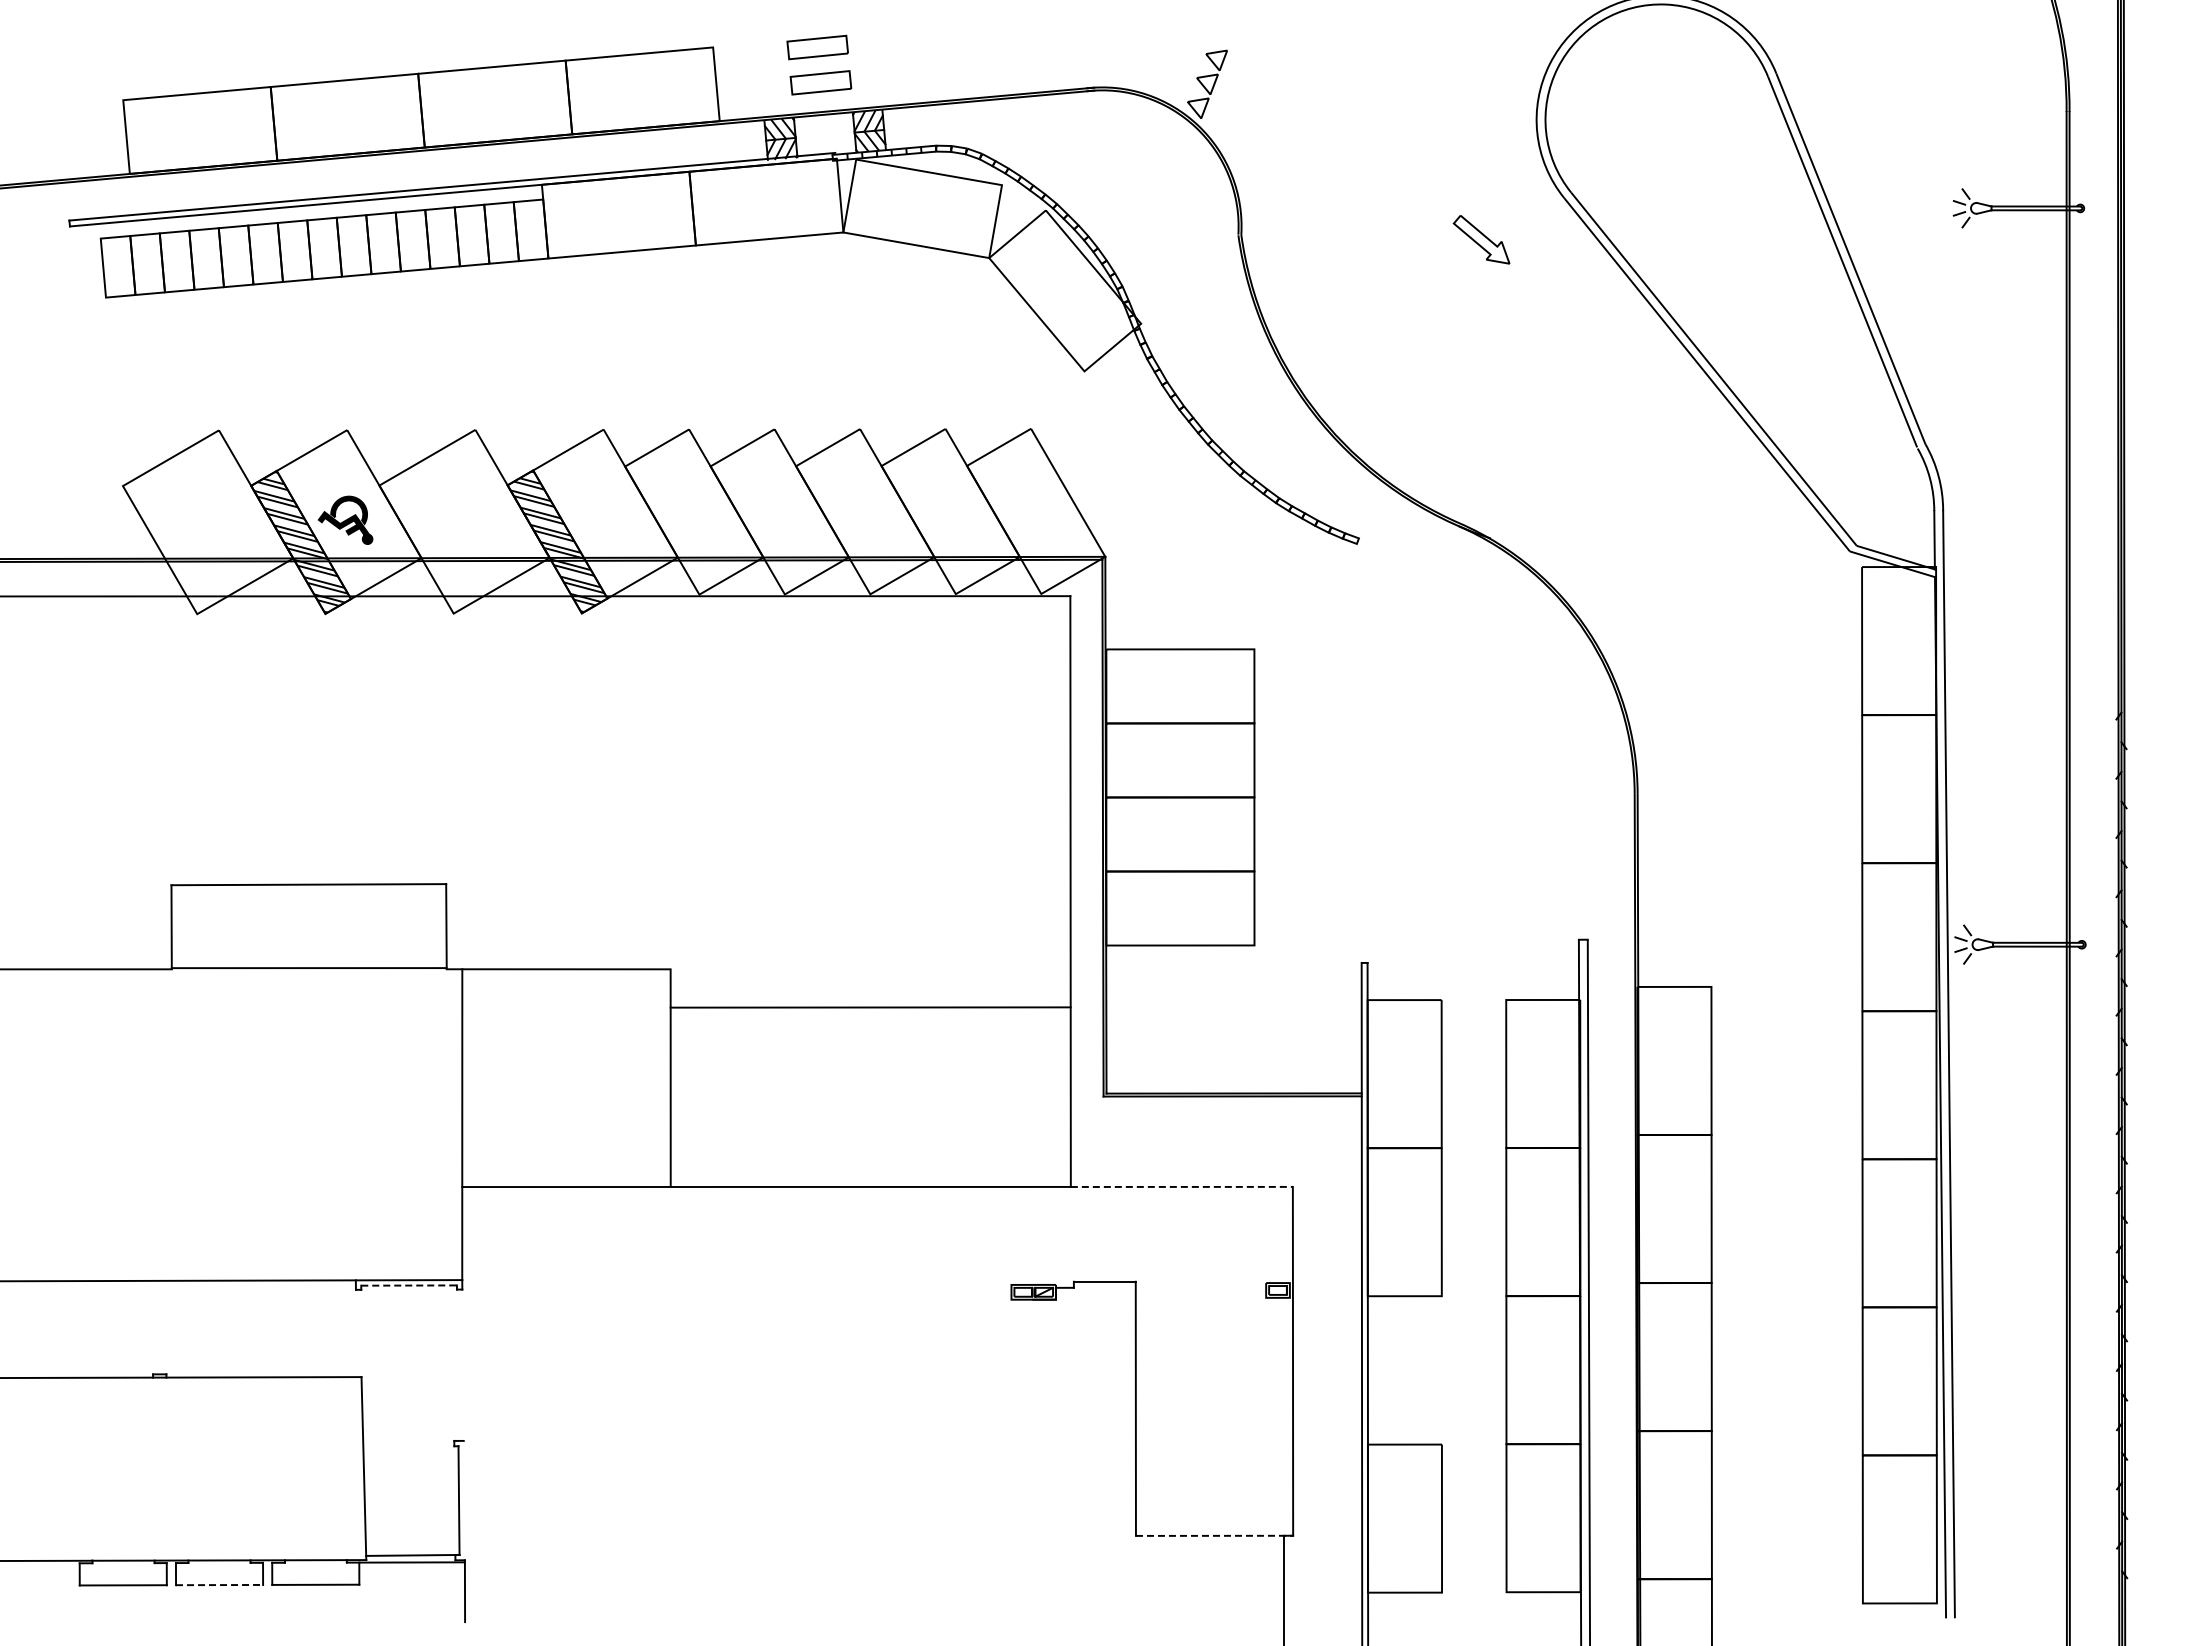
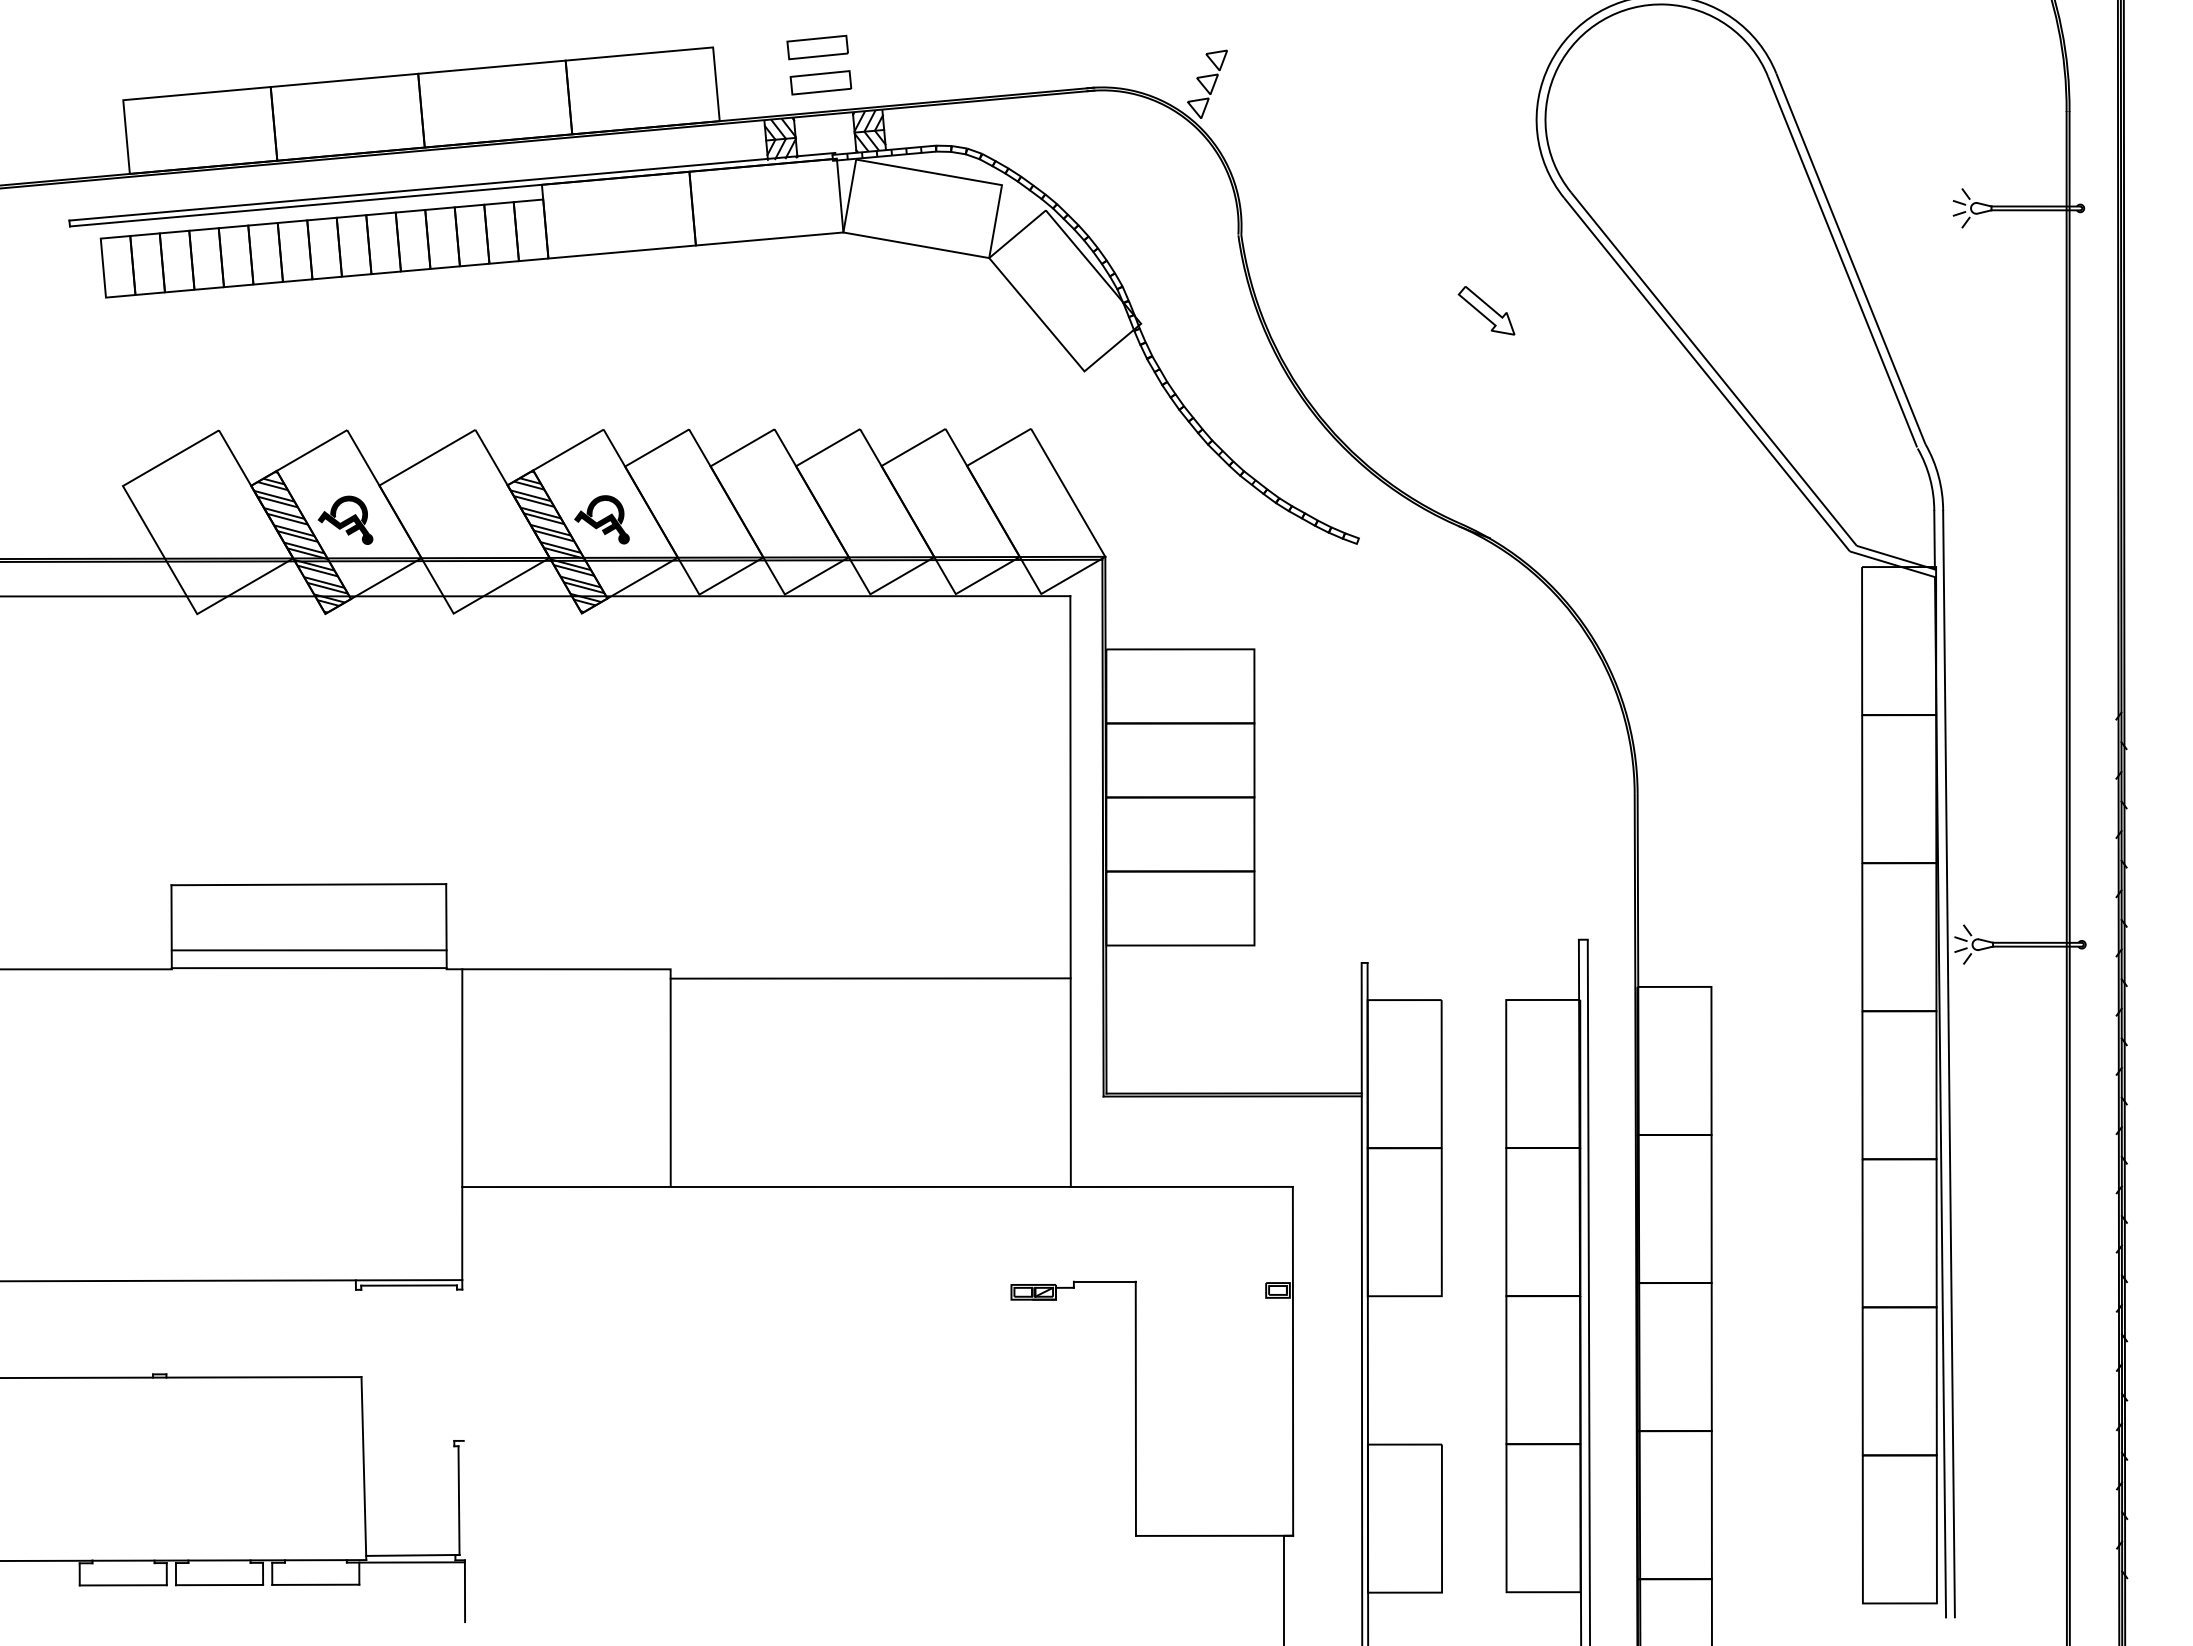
part at (1481, 239) position: (1481, 239) -> (1486, 310)
part at (601, 519): none -> present
line at (308, 950): none -> present
line at (870, 1007) position: (870, 1007) -> (870, 978)
line at (1182, 1186): dashed -> solid
line at (409, 1285): dashed -> solid
line at (1214, 1535): dashed -> solid
line at (219, 1585): dashed -> solid
